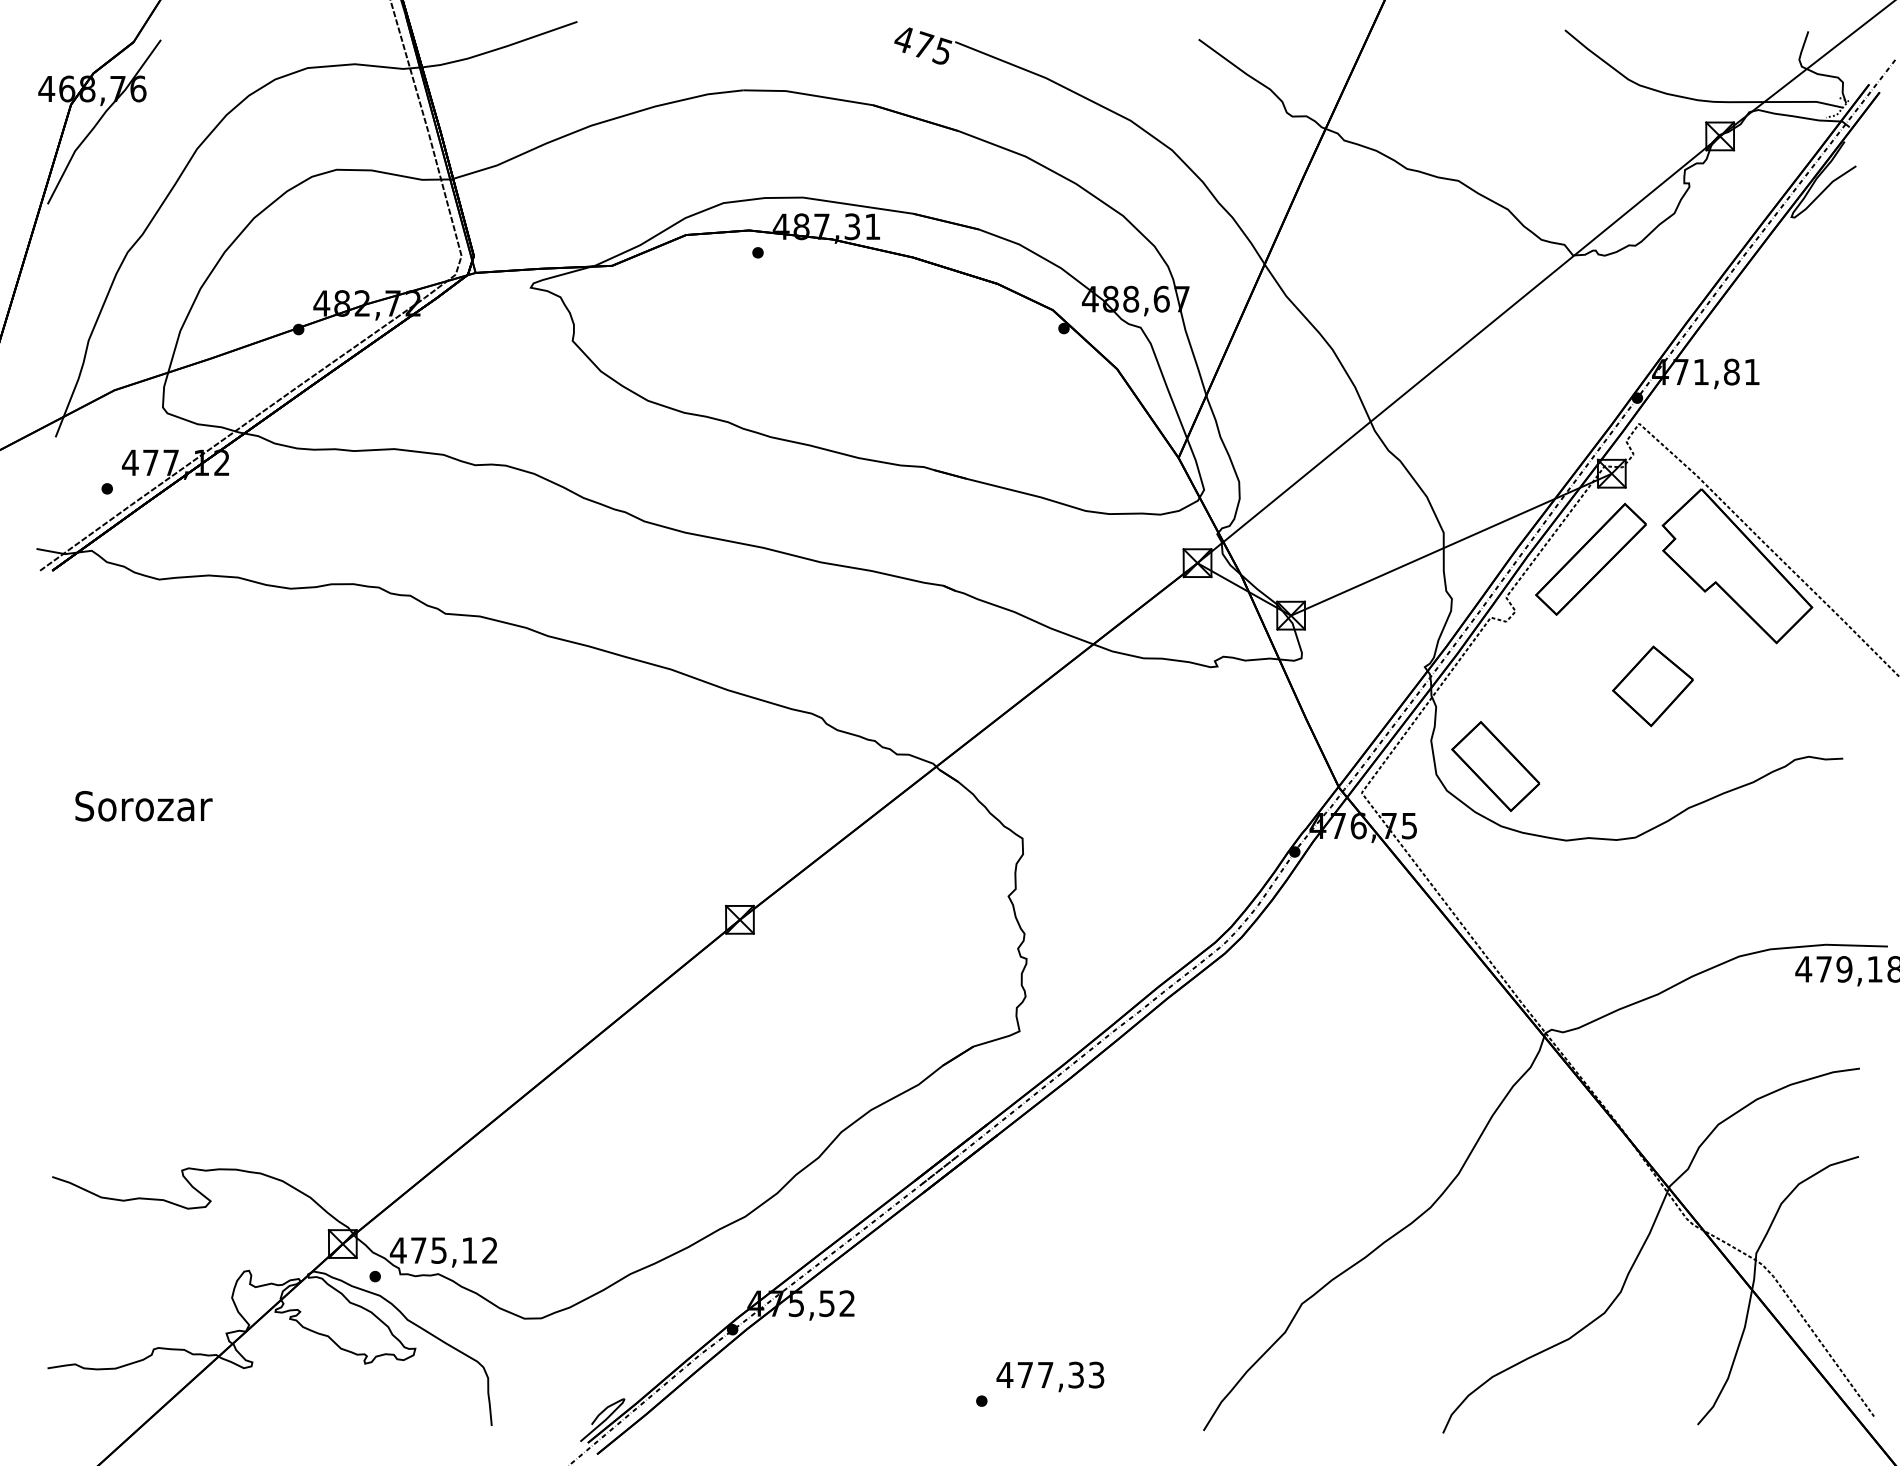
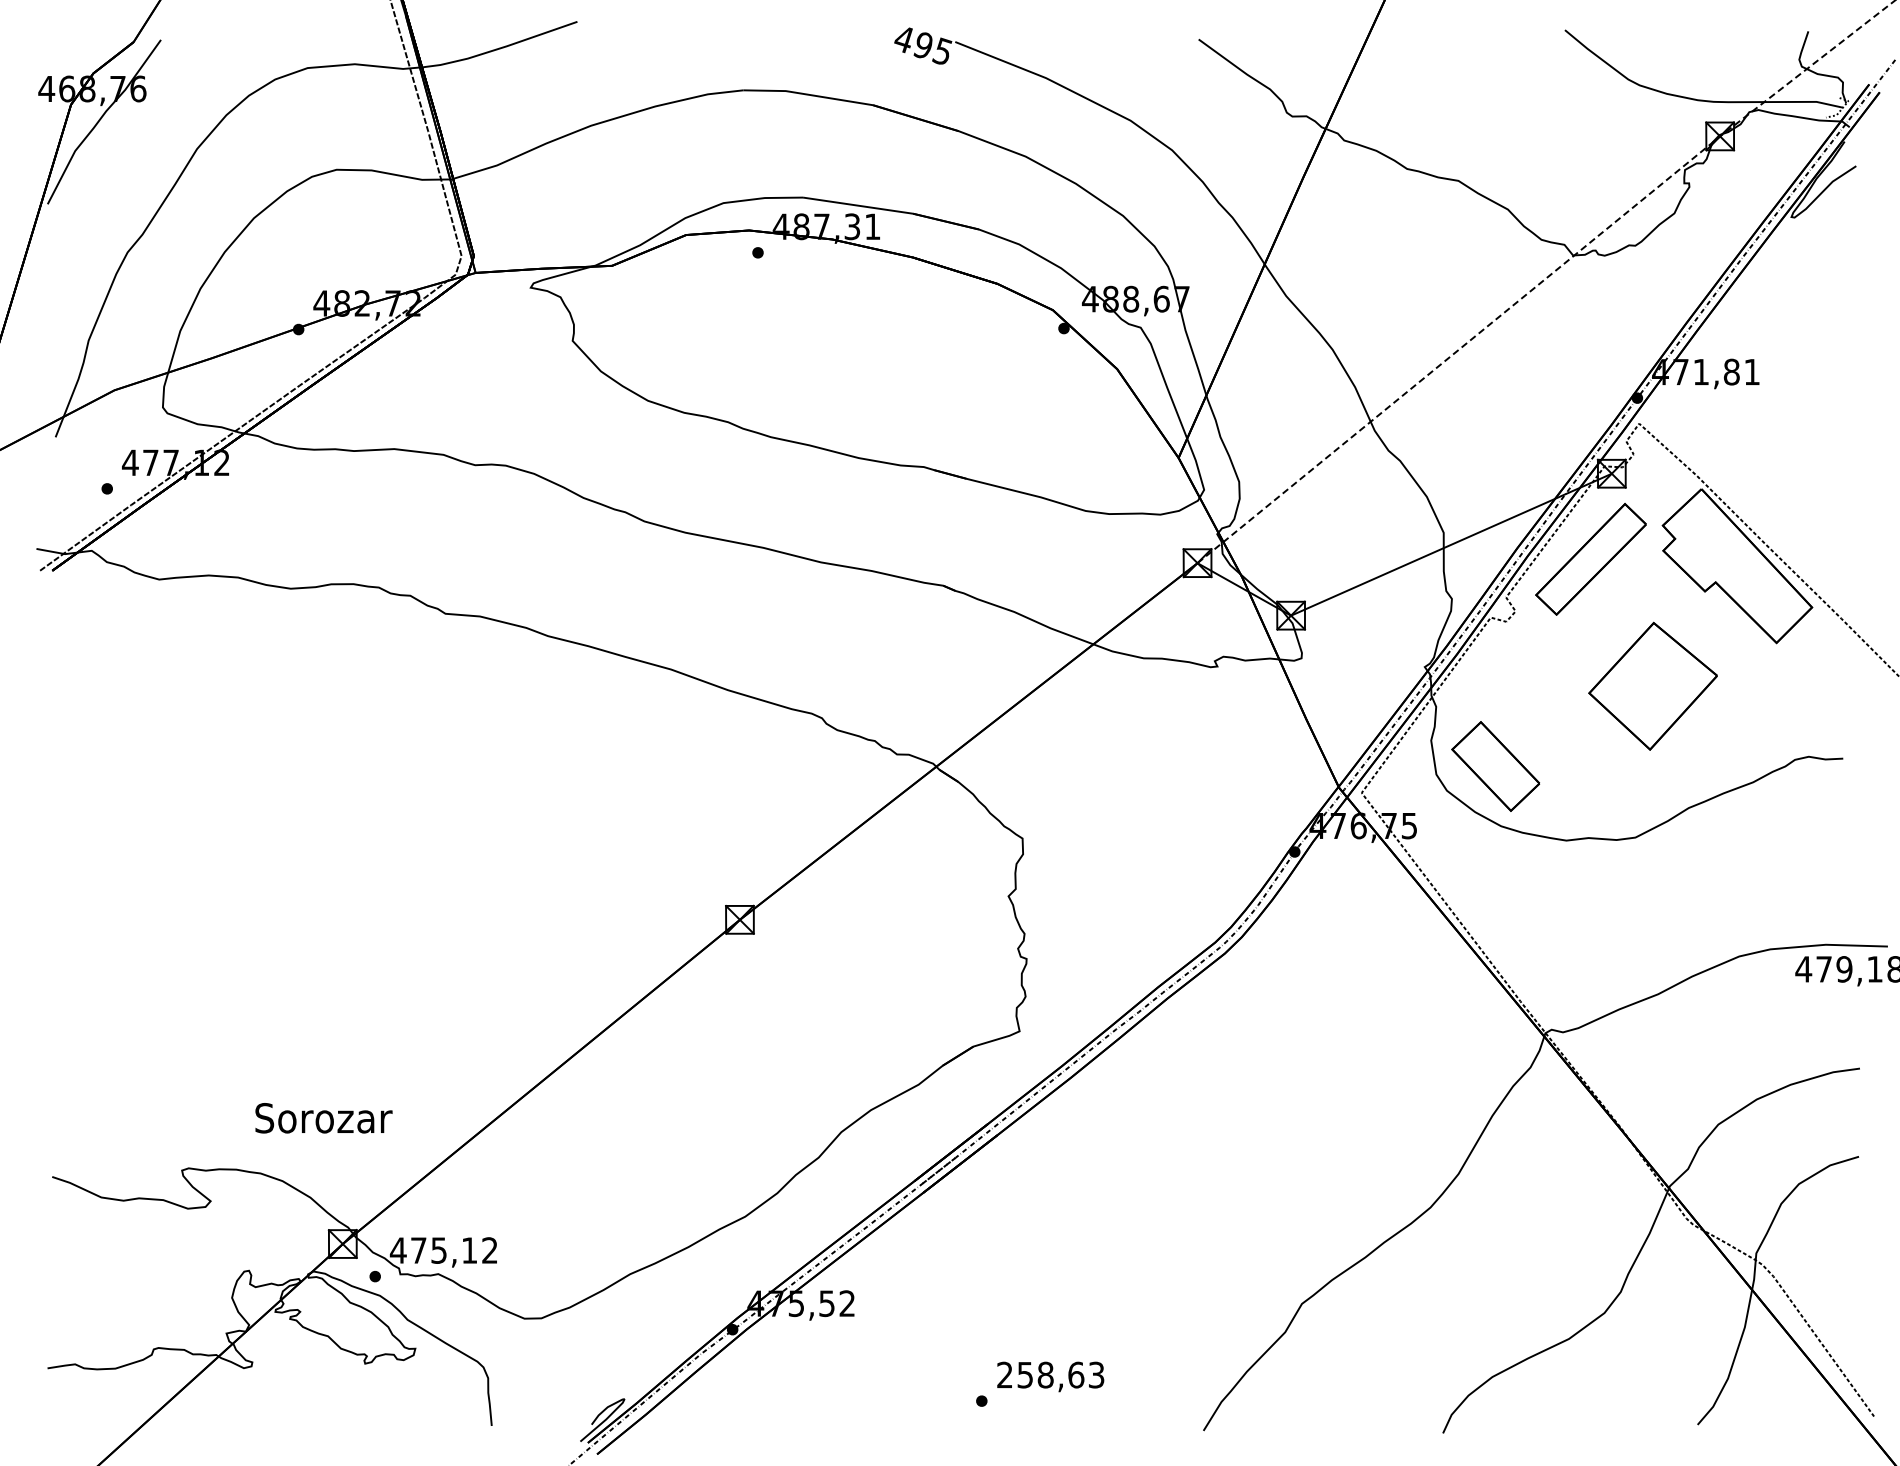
text at (923, 44): 475 -> 495
line at (1545, 279): solid -> dashed
part at (1652, 686) size: 82x83 px -> 130x130 px
text at (143, 806) position: (143, 806) -> (323, 1118)
text at (1040, 1374): 477,33 -> 258,63
